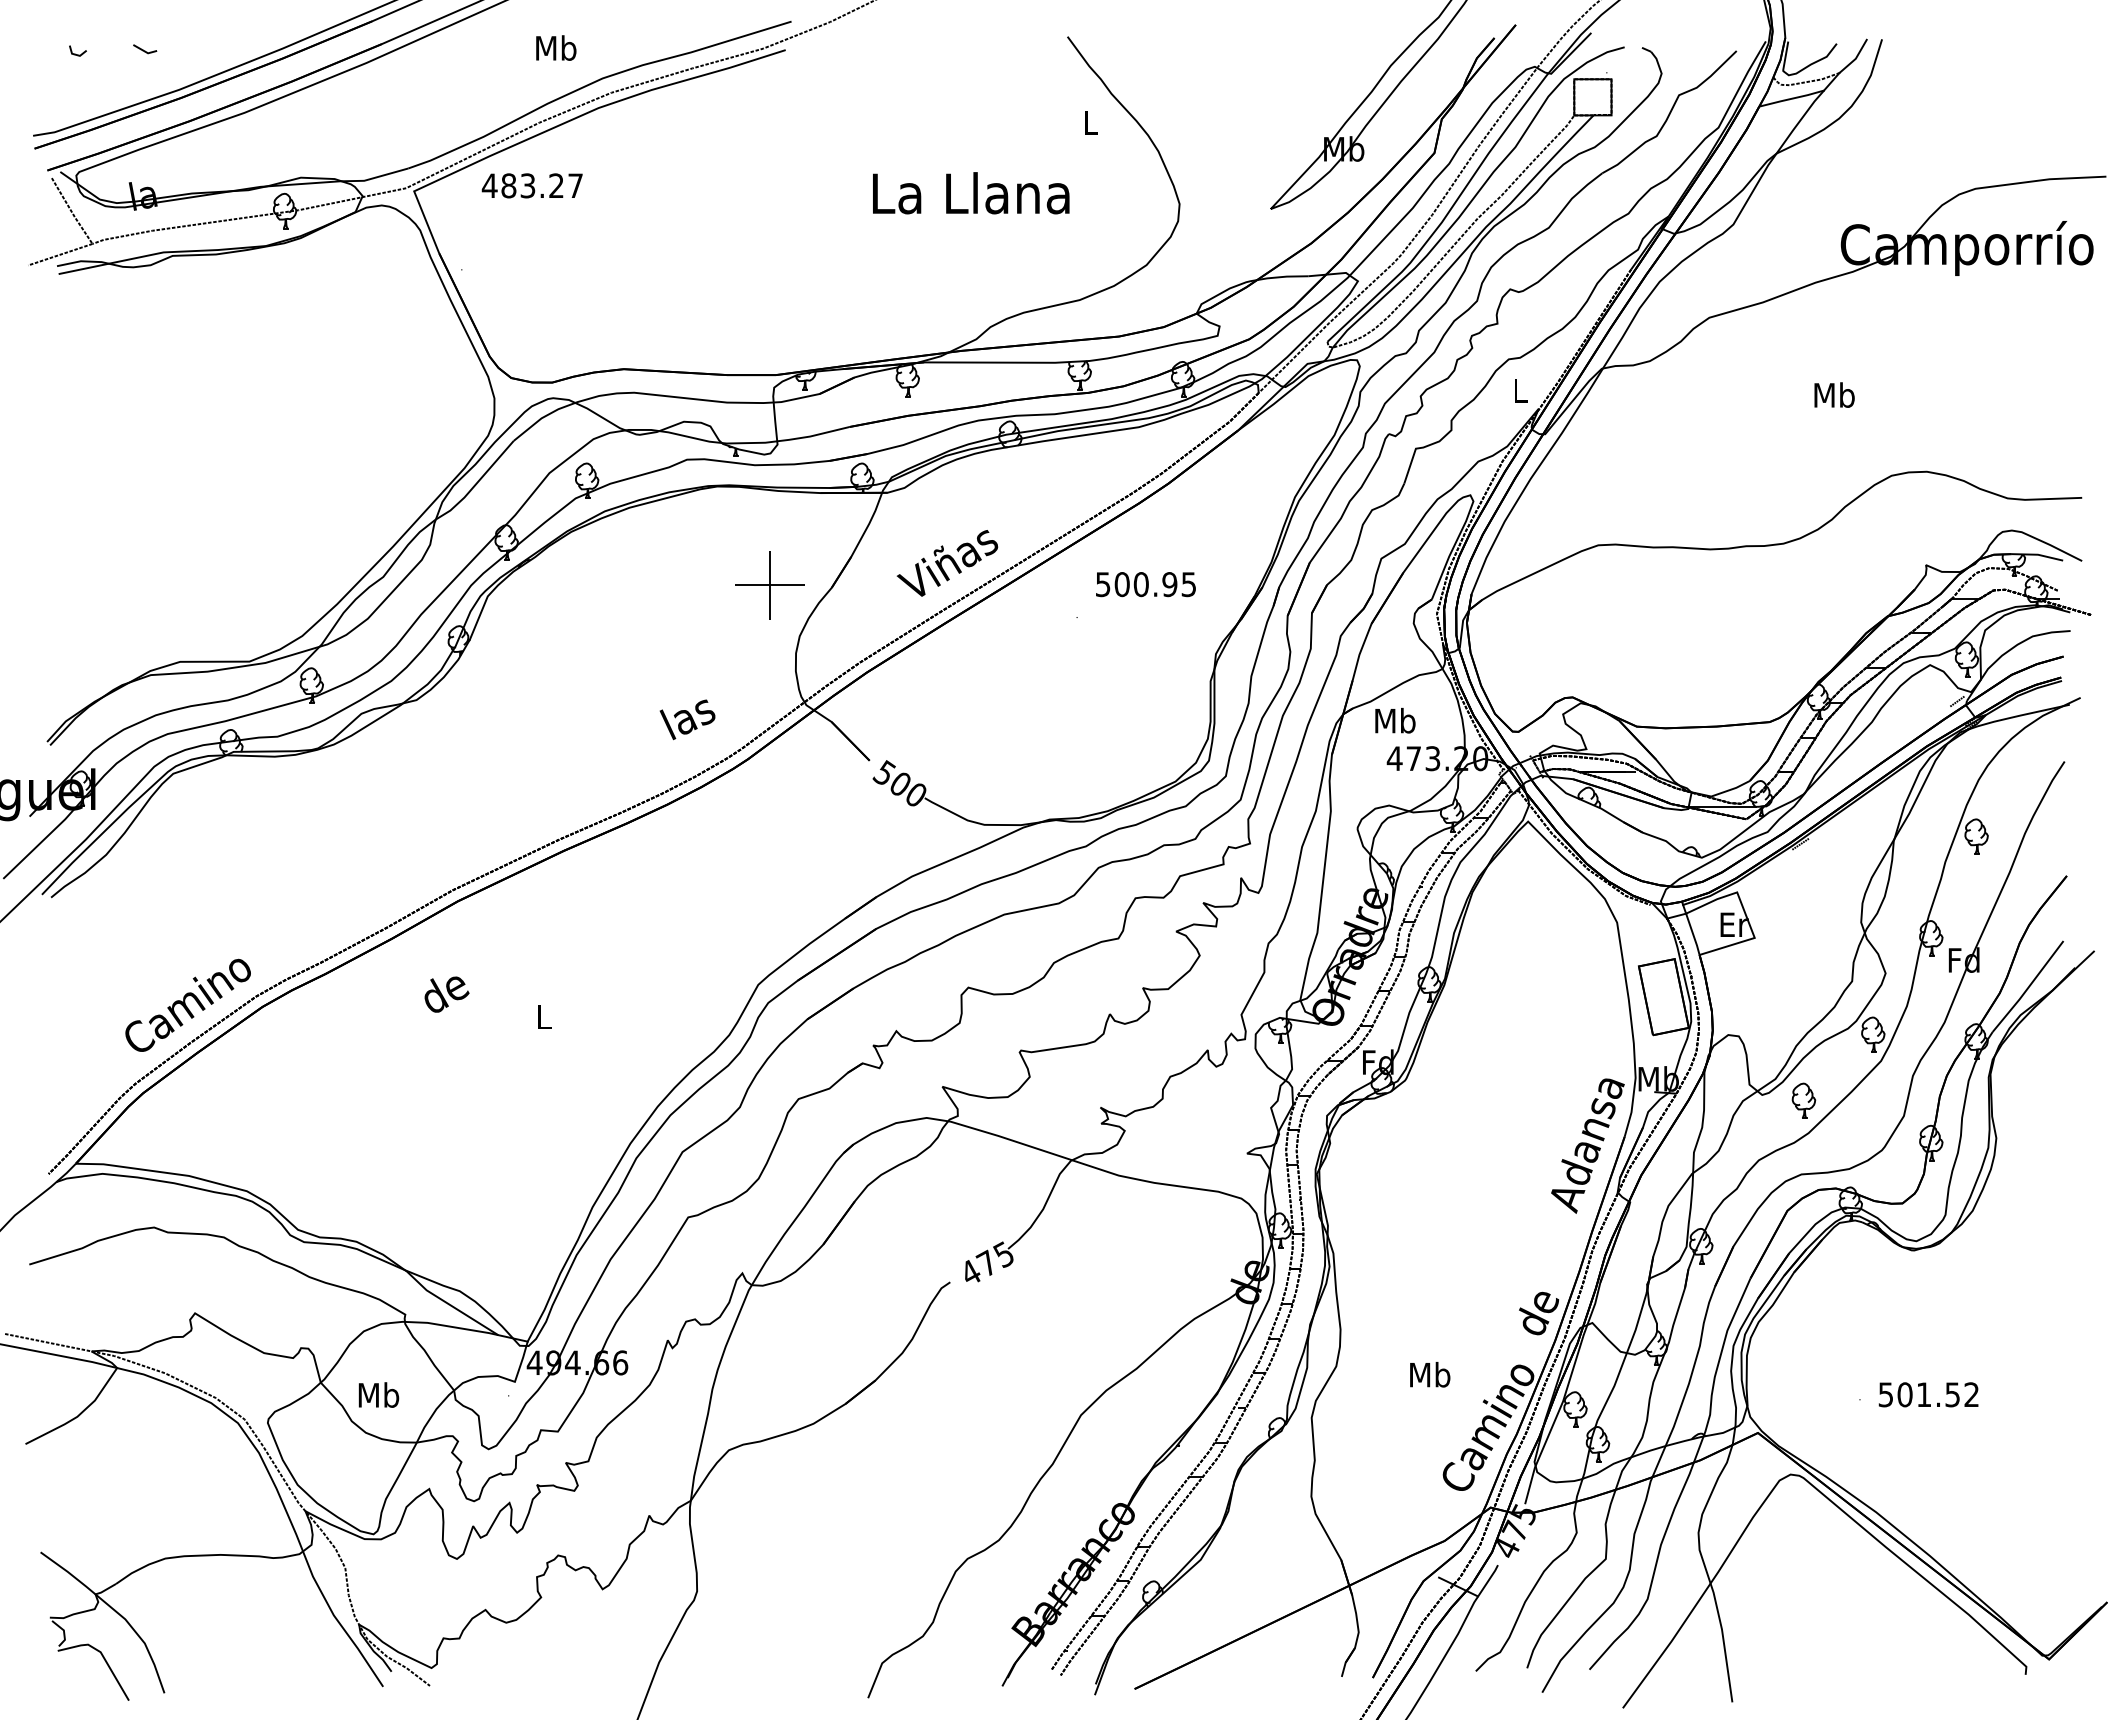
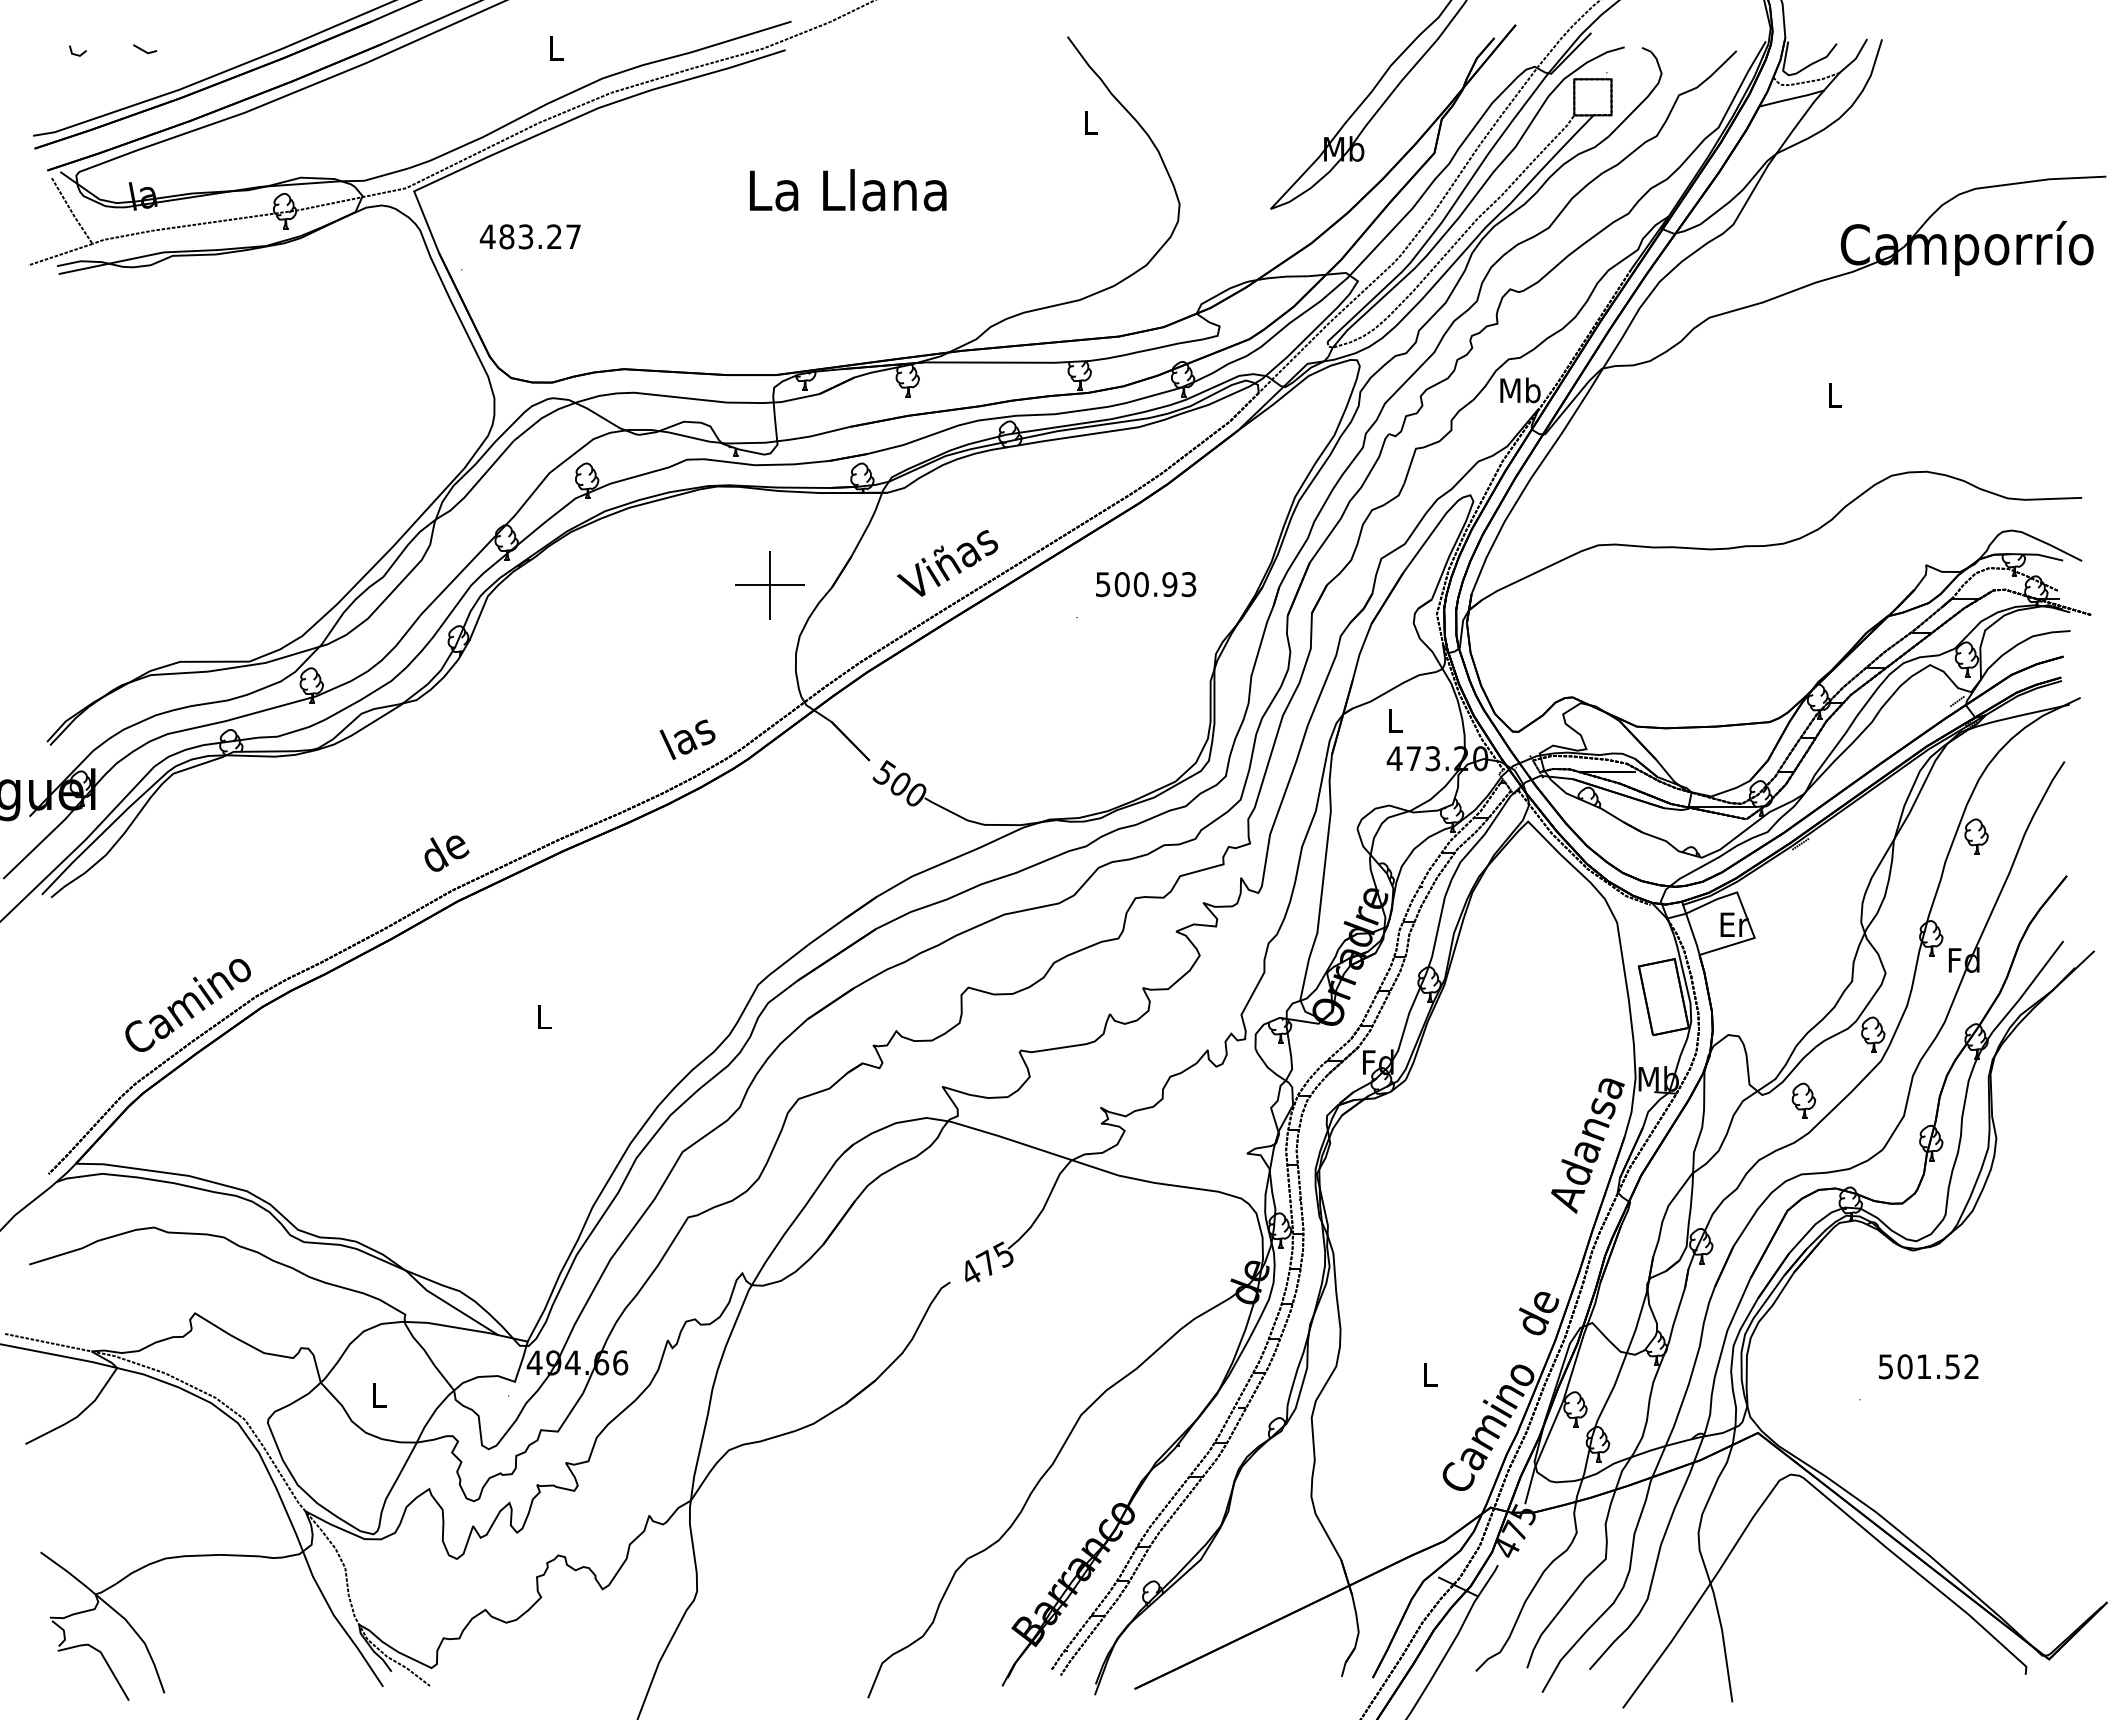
text at (556, 47): Mb -> L
text at (531, 185) position: (531, 185) -> (529, 236)
text at (971, 193) position: (971, 193) -> (848, 190)
text at (1520, 390): L -> Mb
text at (1834, 394): Mb -> L
text at (1189, 584): 500.95 -> 500.93
text at (687, 719) position: (687, 719) -> (687, 739)
text at (1395, 720): Mb -> L
text at (446, 994) position: (446, 994) -> (446, 853)
text at (1430, 1374): Mb -> L
text at (378, 1394): Mb -> L
text at (1928, 1394) position: (1928, 1394) -> (1928, 1366)
